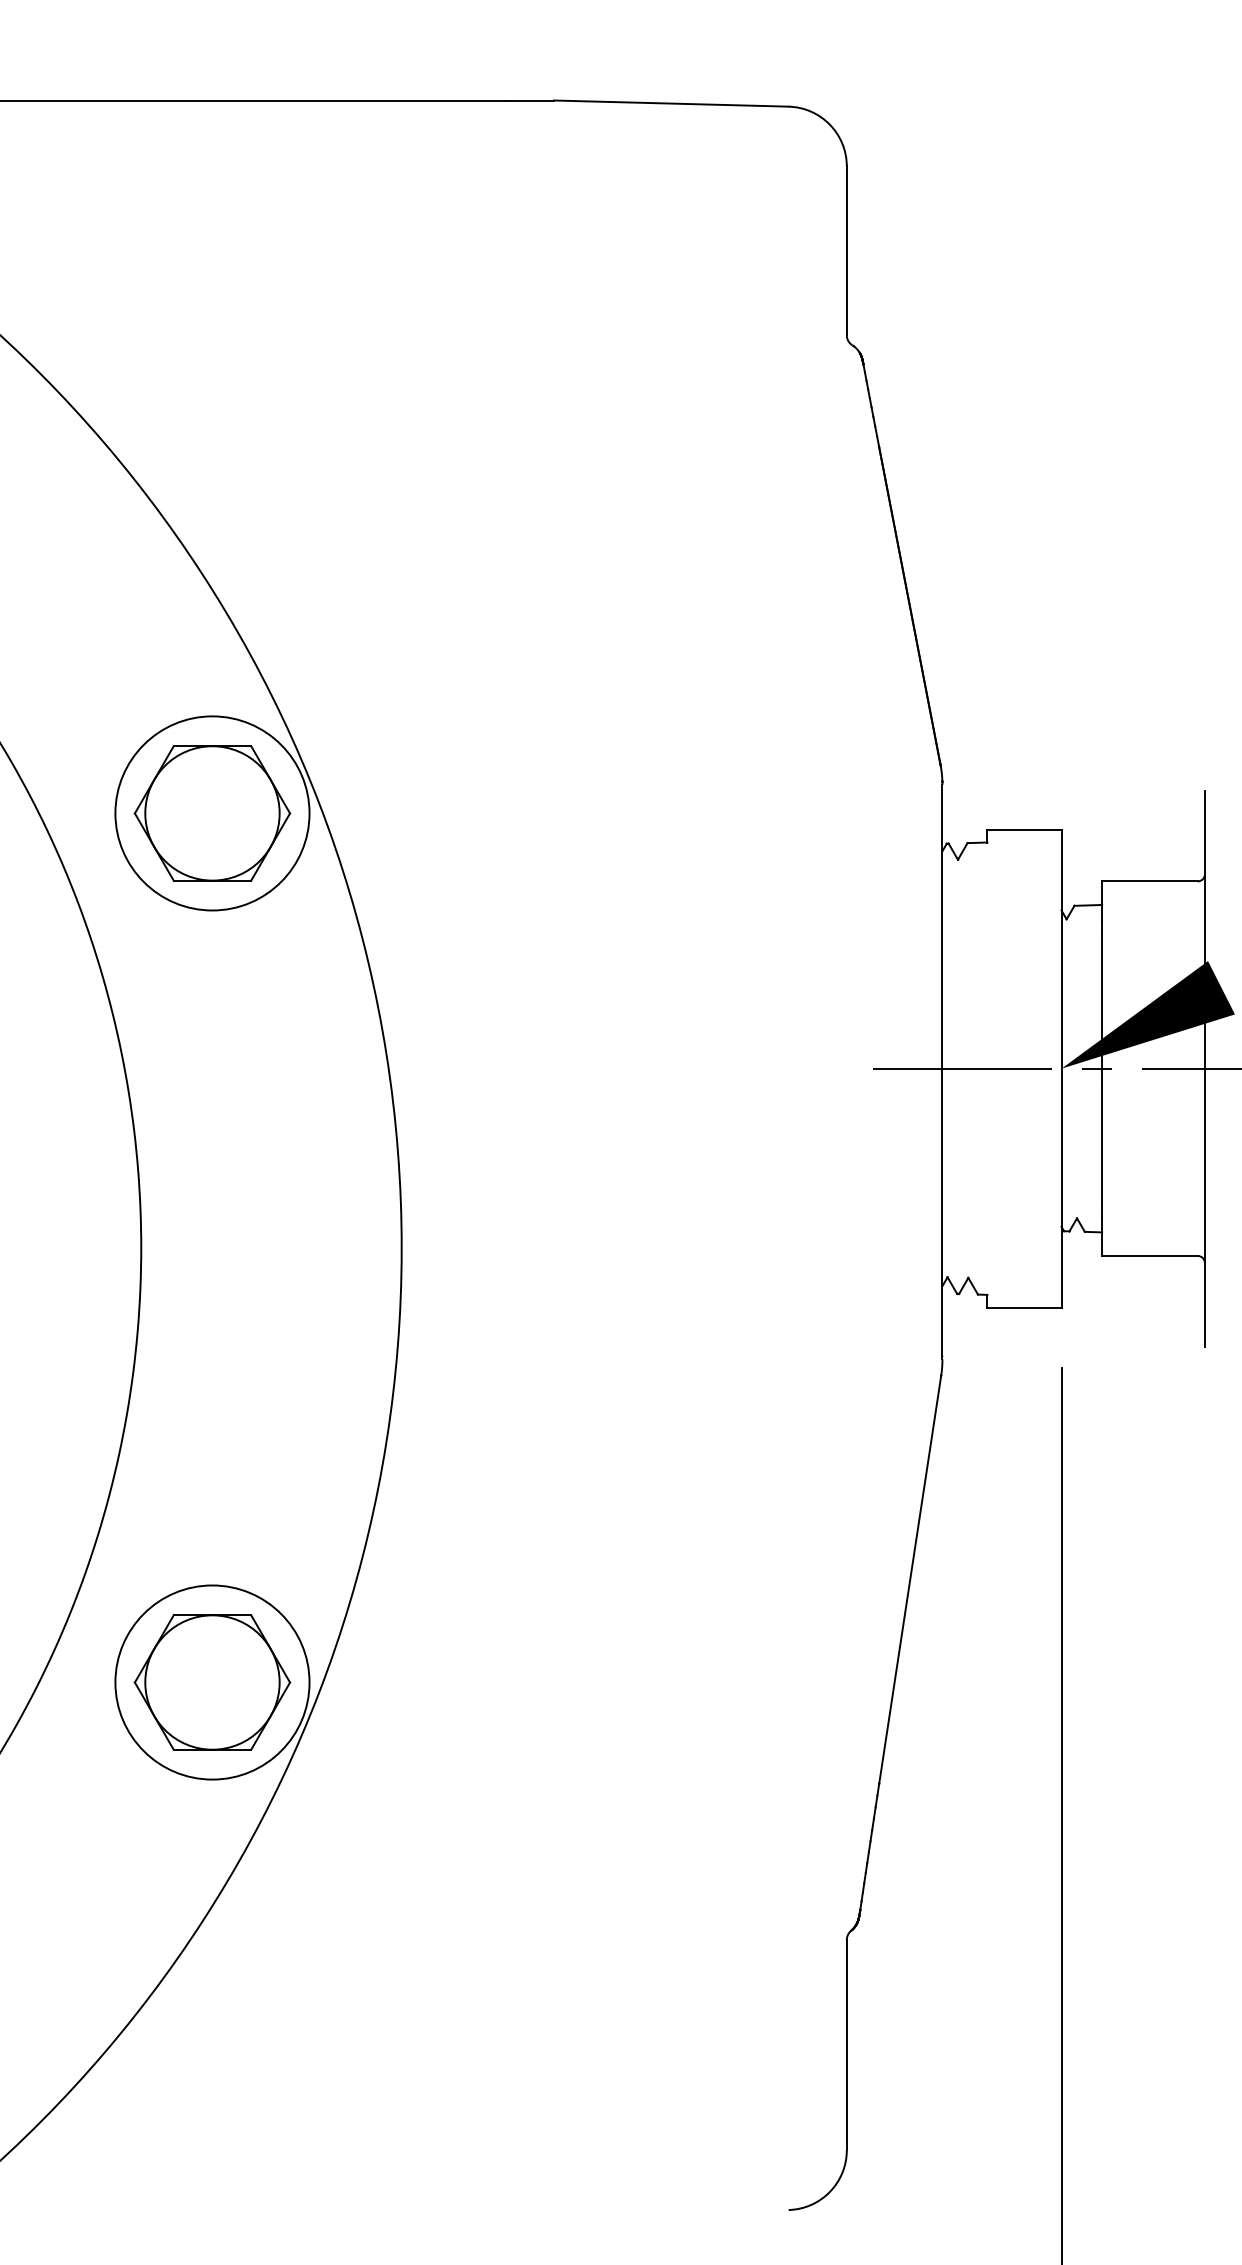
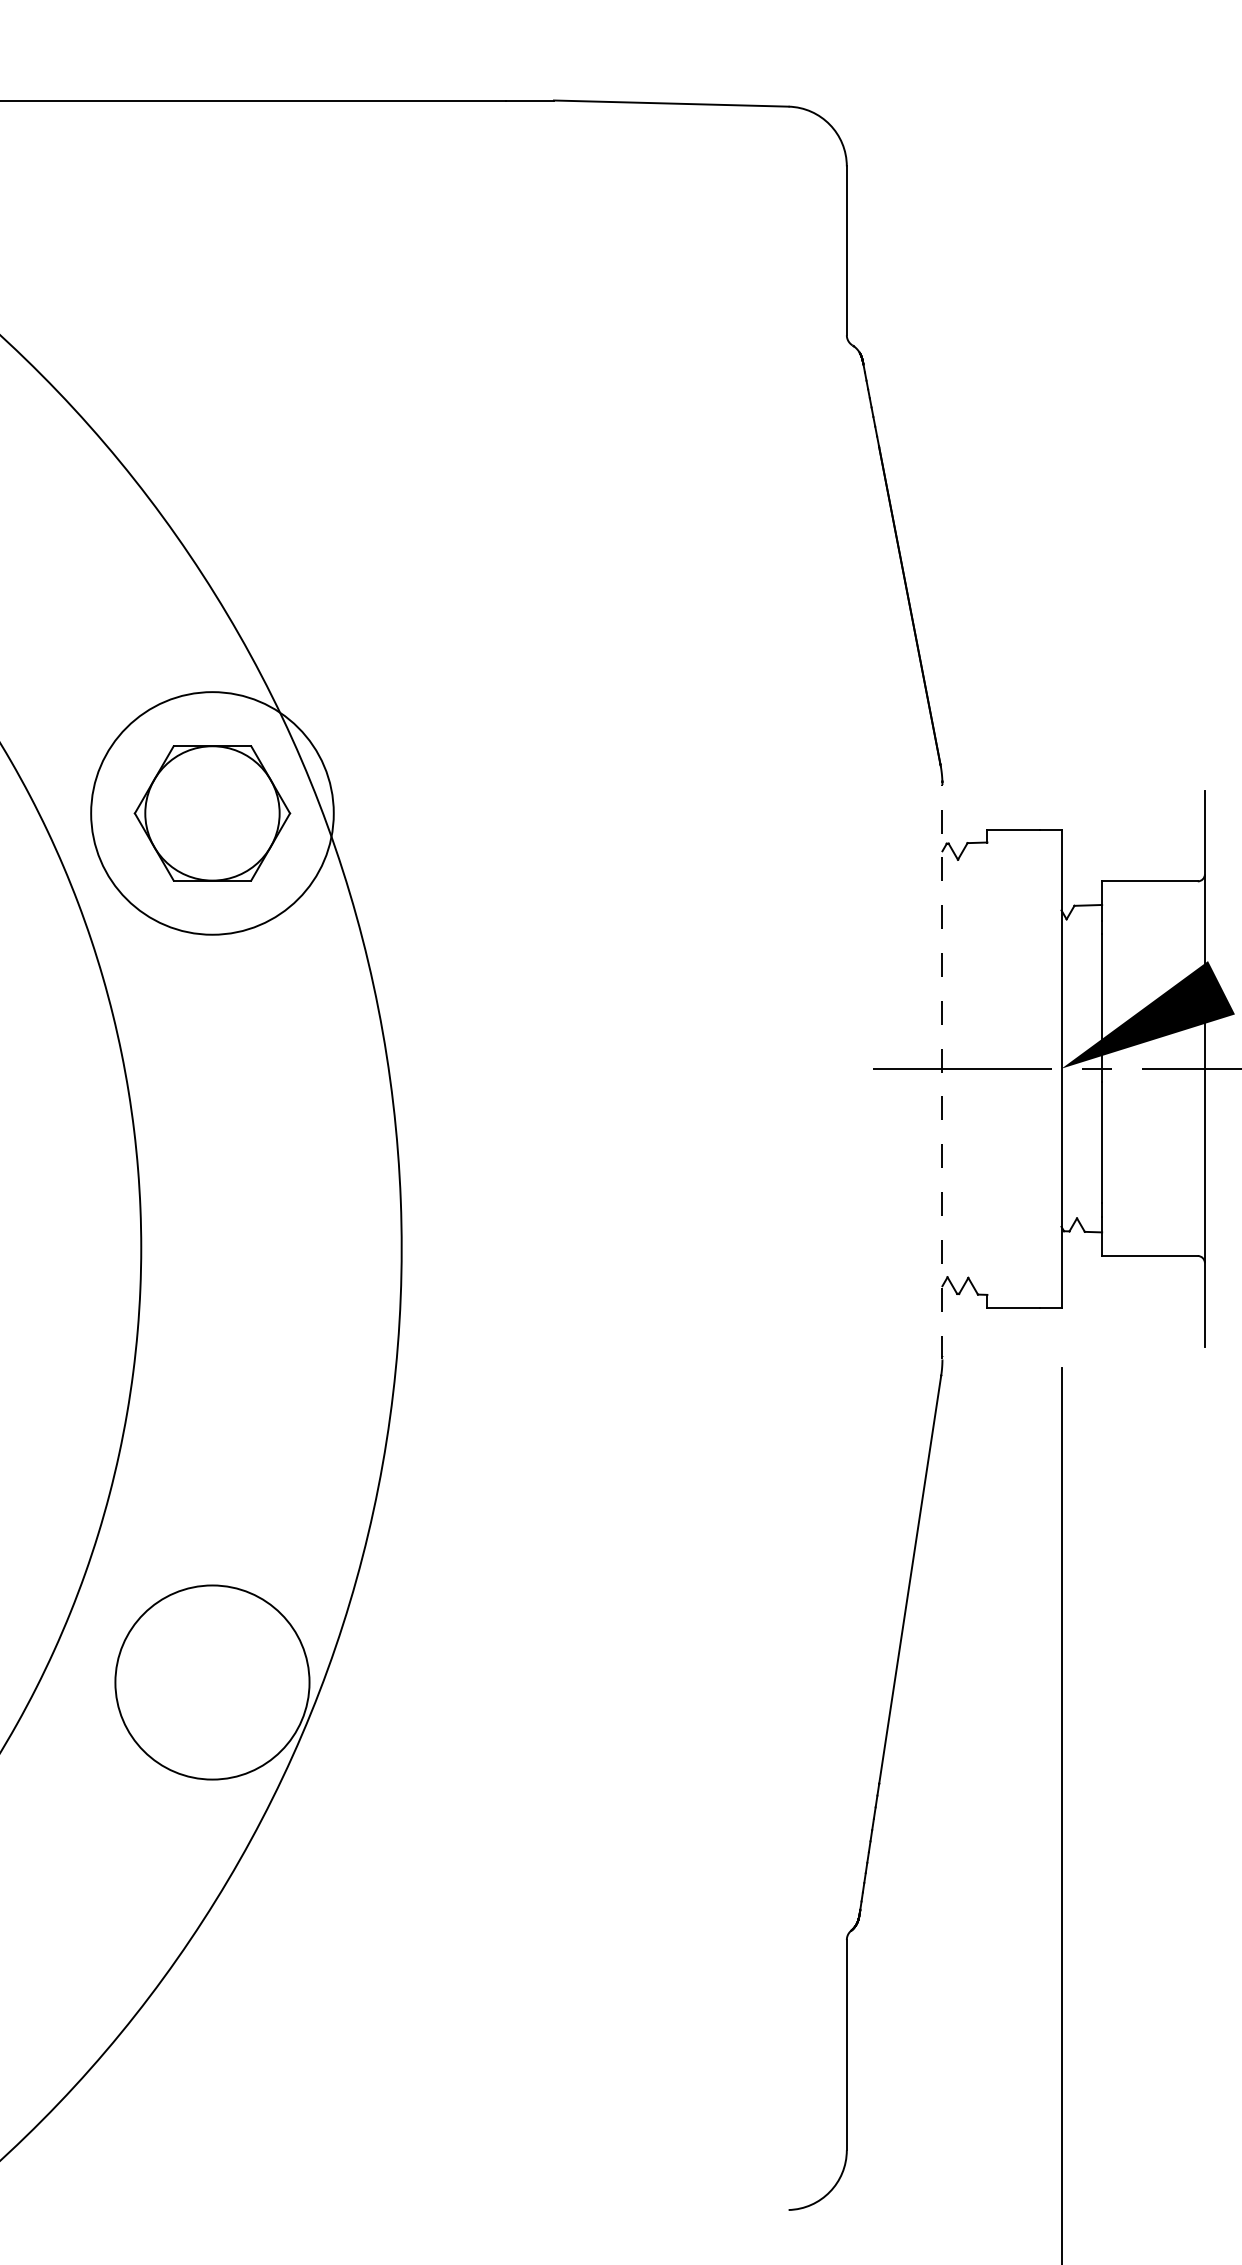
circle at (212, 813) diameter: 194 px -> 243 px
line at (942, 1071): solid -> dashed
part at (212, 1682): present -> none
